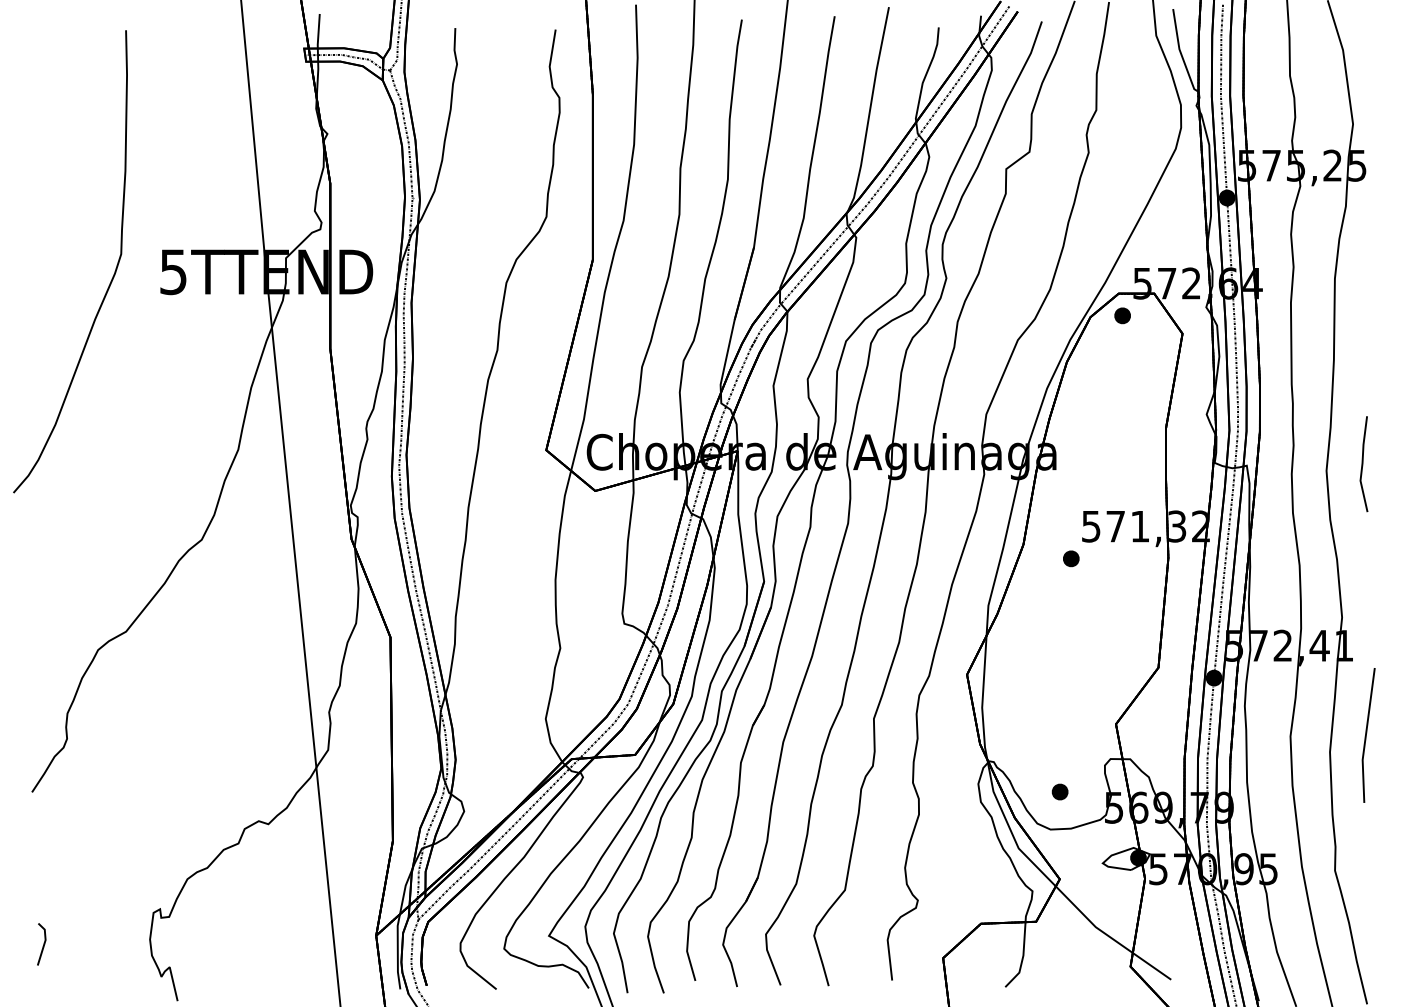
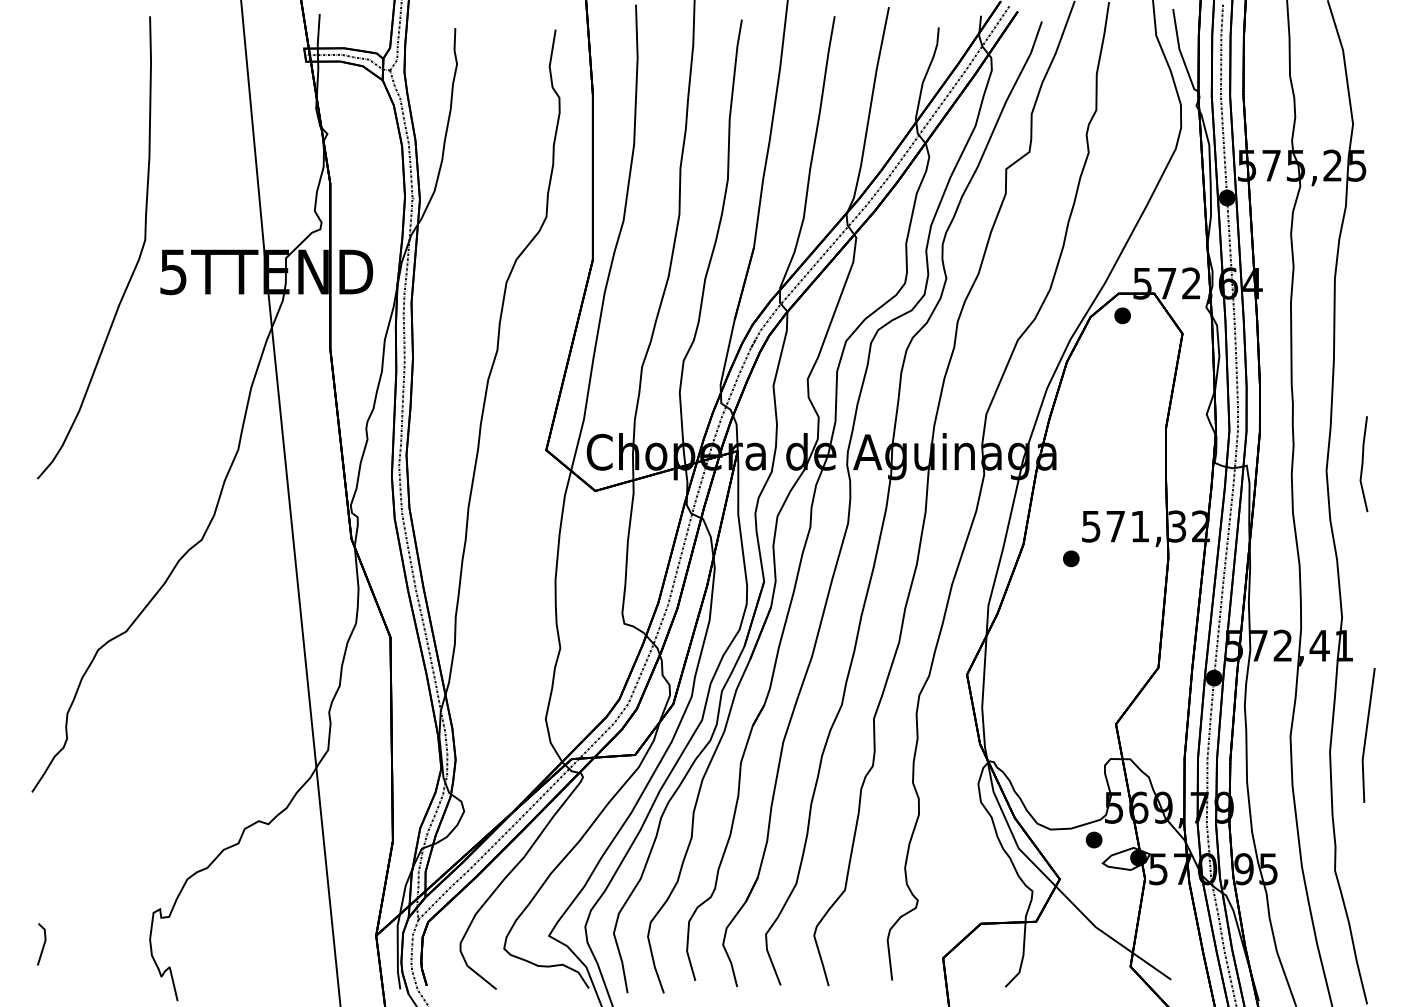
curve at (111, 278) position: (111, 278) -> (135, 264)
part at (1059, 791) position: (1059, 791) -> (1093, 839)
